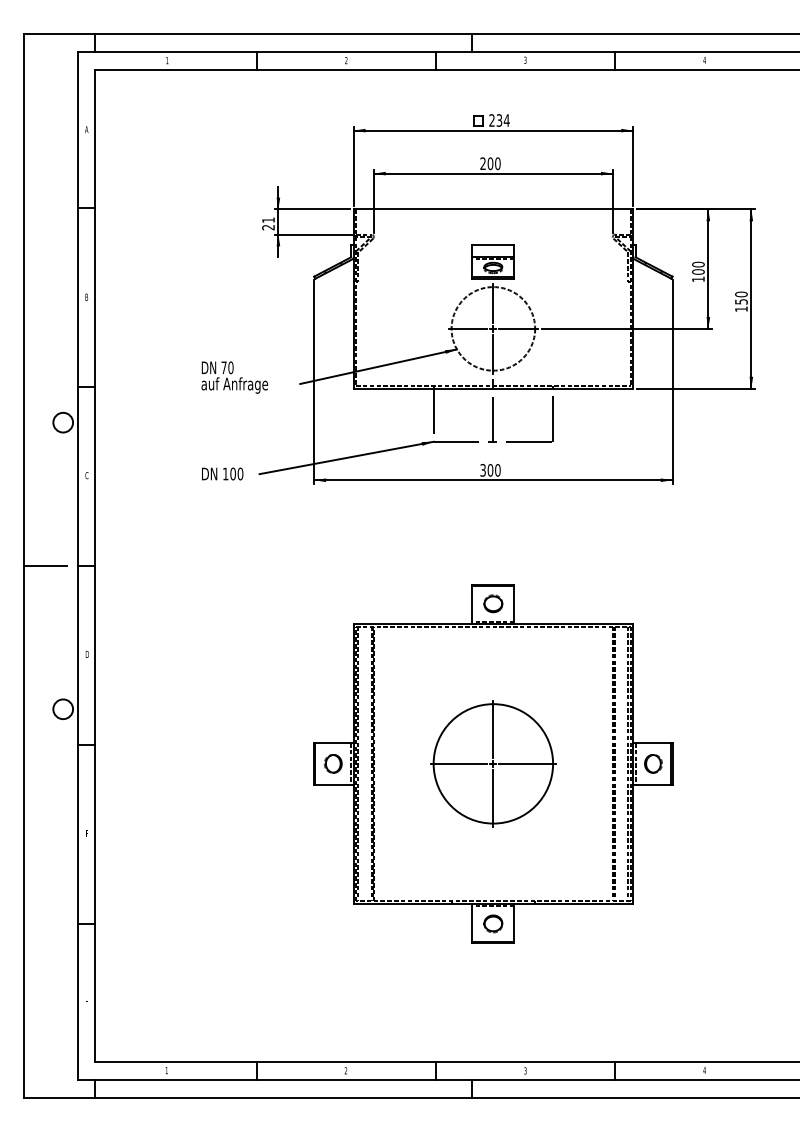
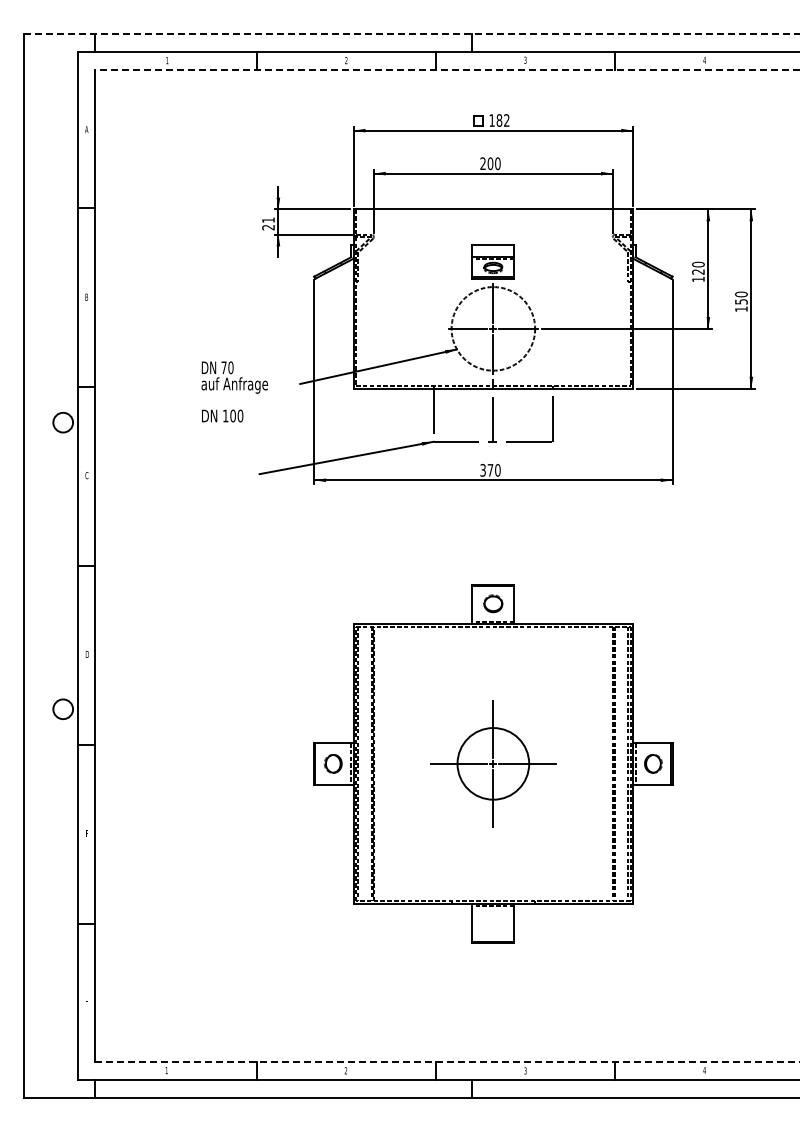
line at (411, 33): solid -> dashed
line at (447, 69): solid -> dashed
text at (499, 120): 234 -> 182
text at (698, 271): 100 -> 120
text at (490, 470): 300 -> 370
text at (222, 473) position: (222, 473) -> (222, 415)
line at (44, 566): present -> none
circle at (493, 763) diameter: 119 px -> 72 px
part at (493, 923): present -> none
line at (447, 1062): solid -> dashed
